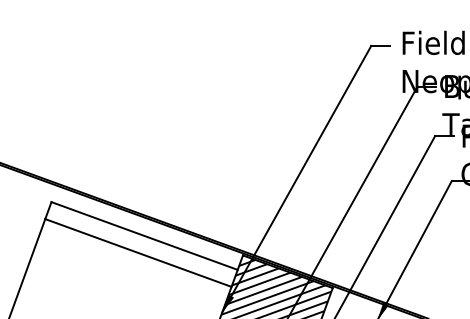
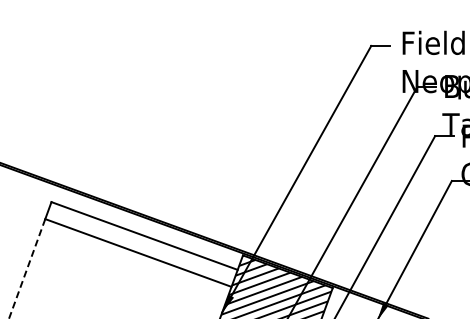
line at (27, 268): solid -> dashed
